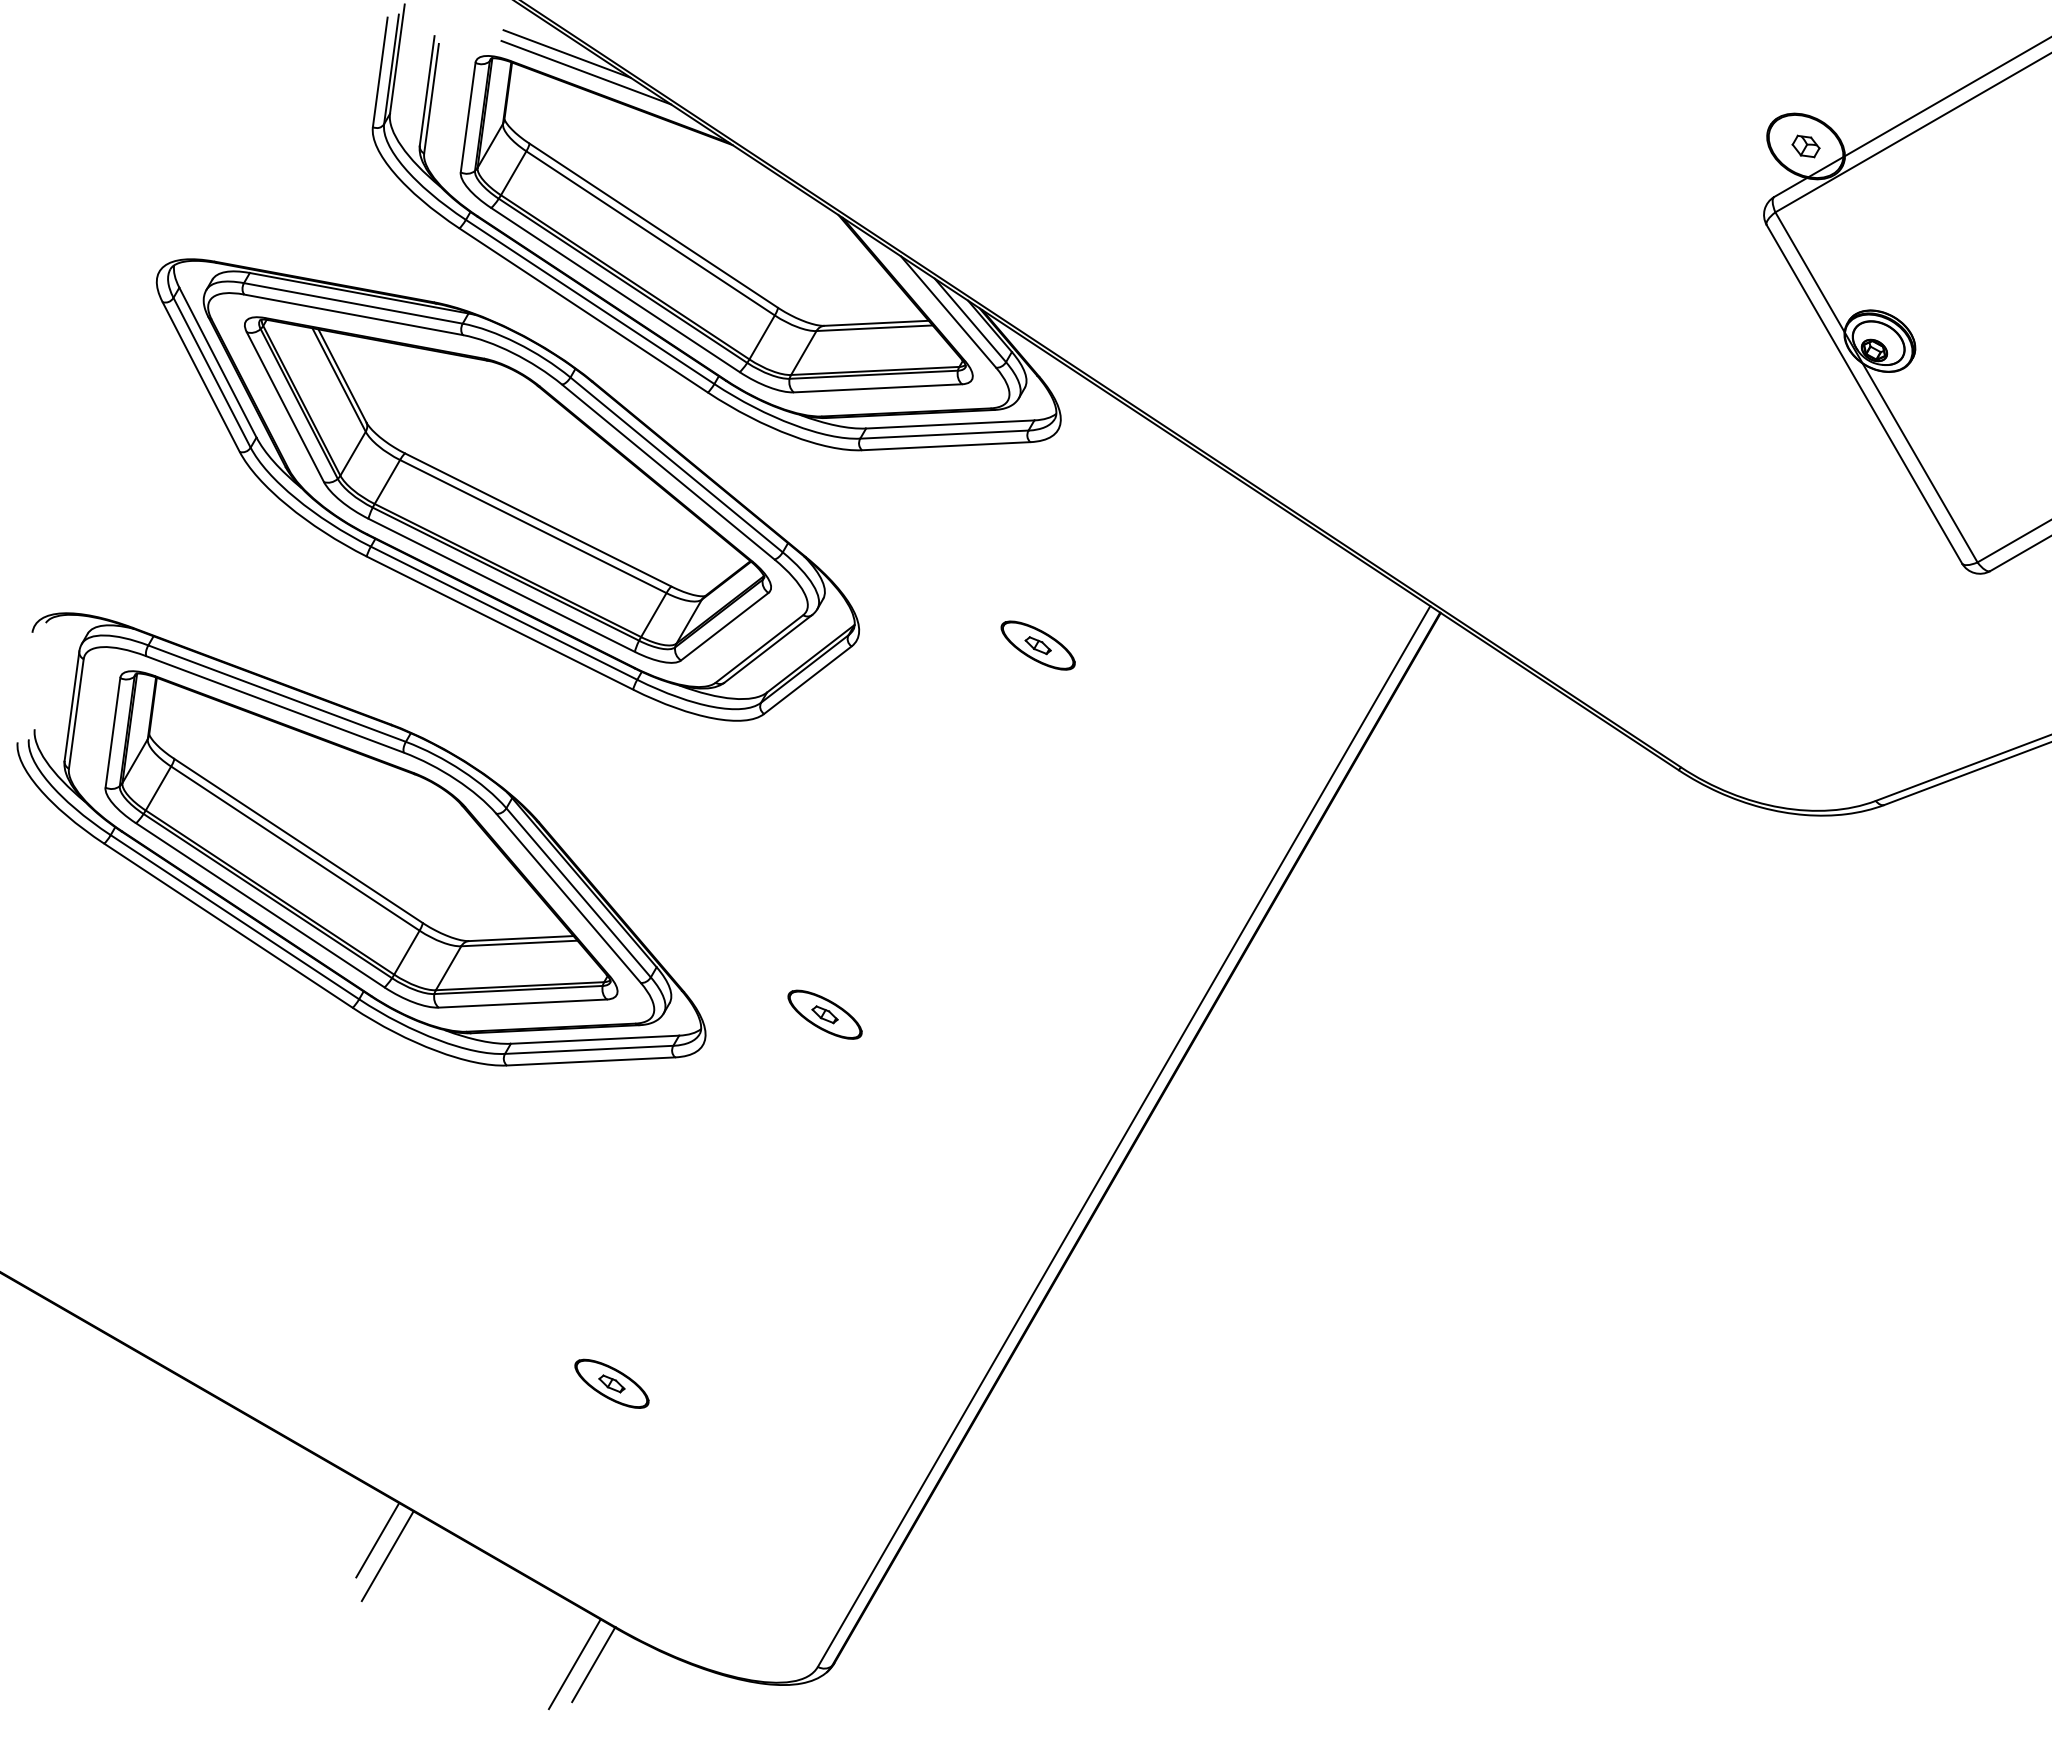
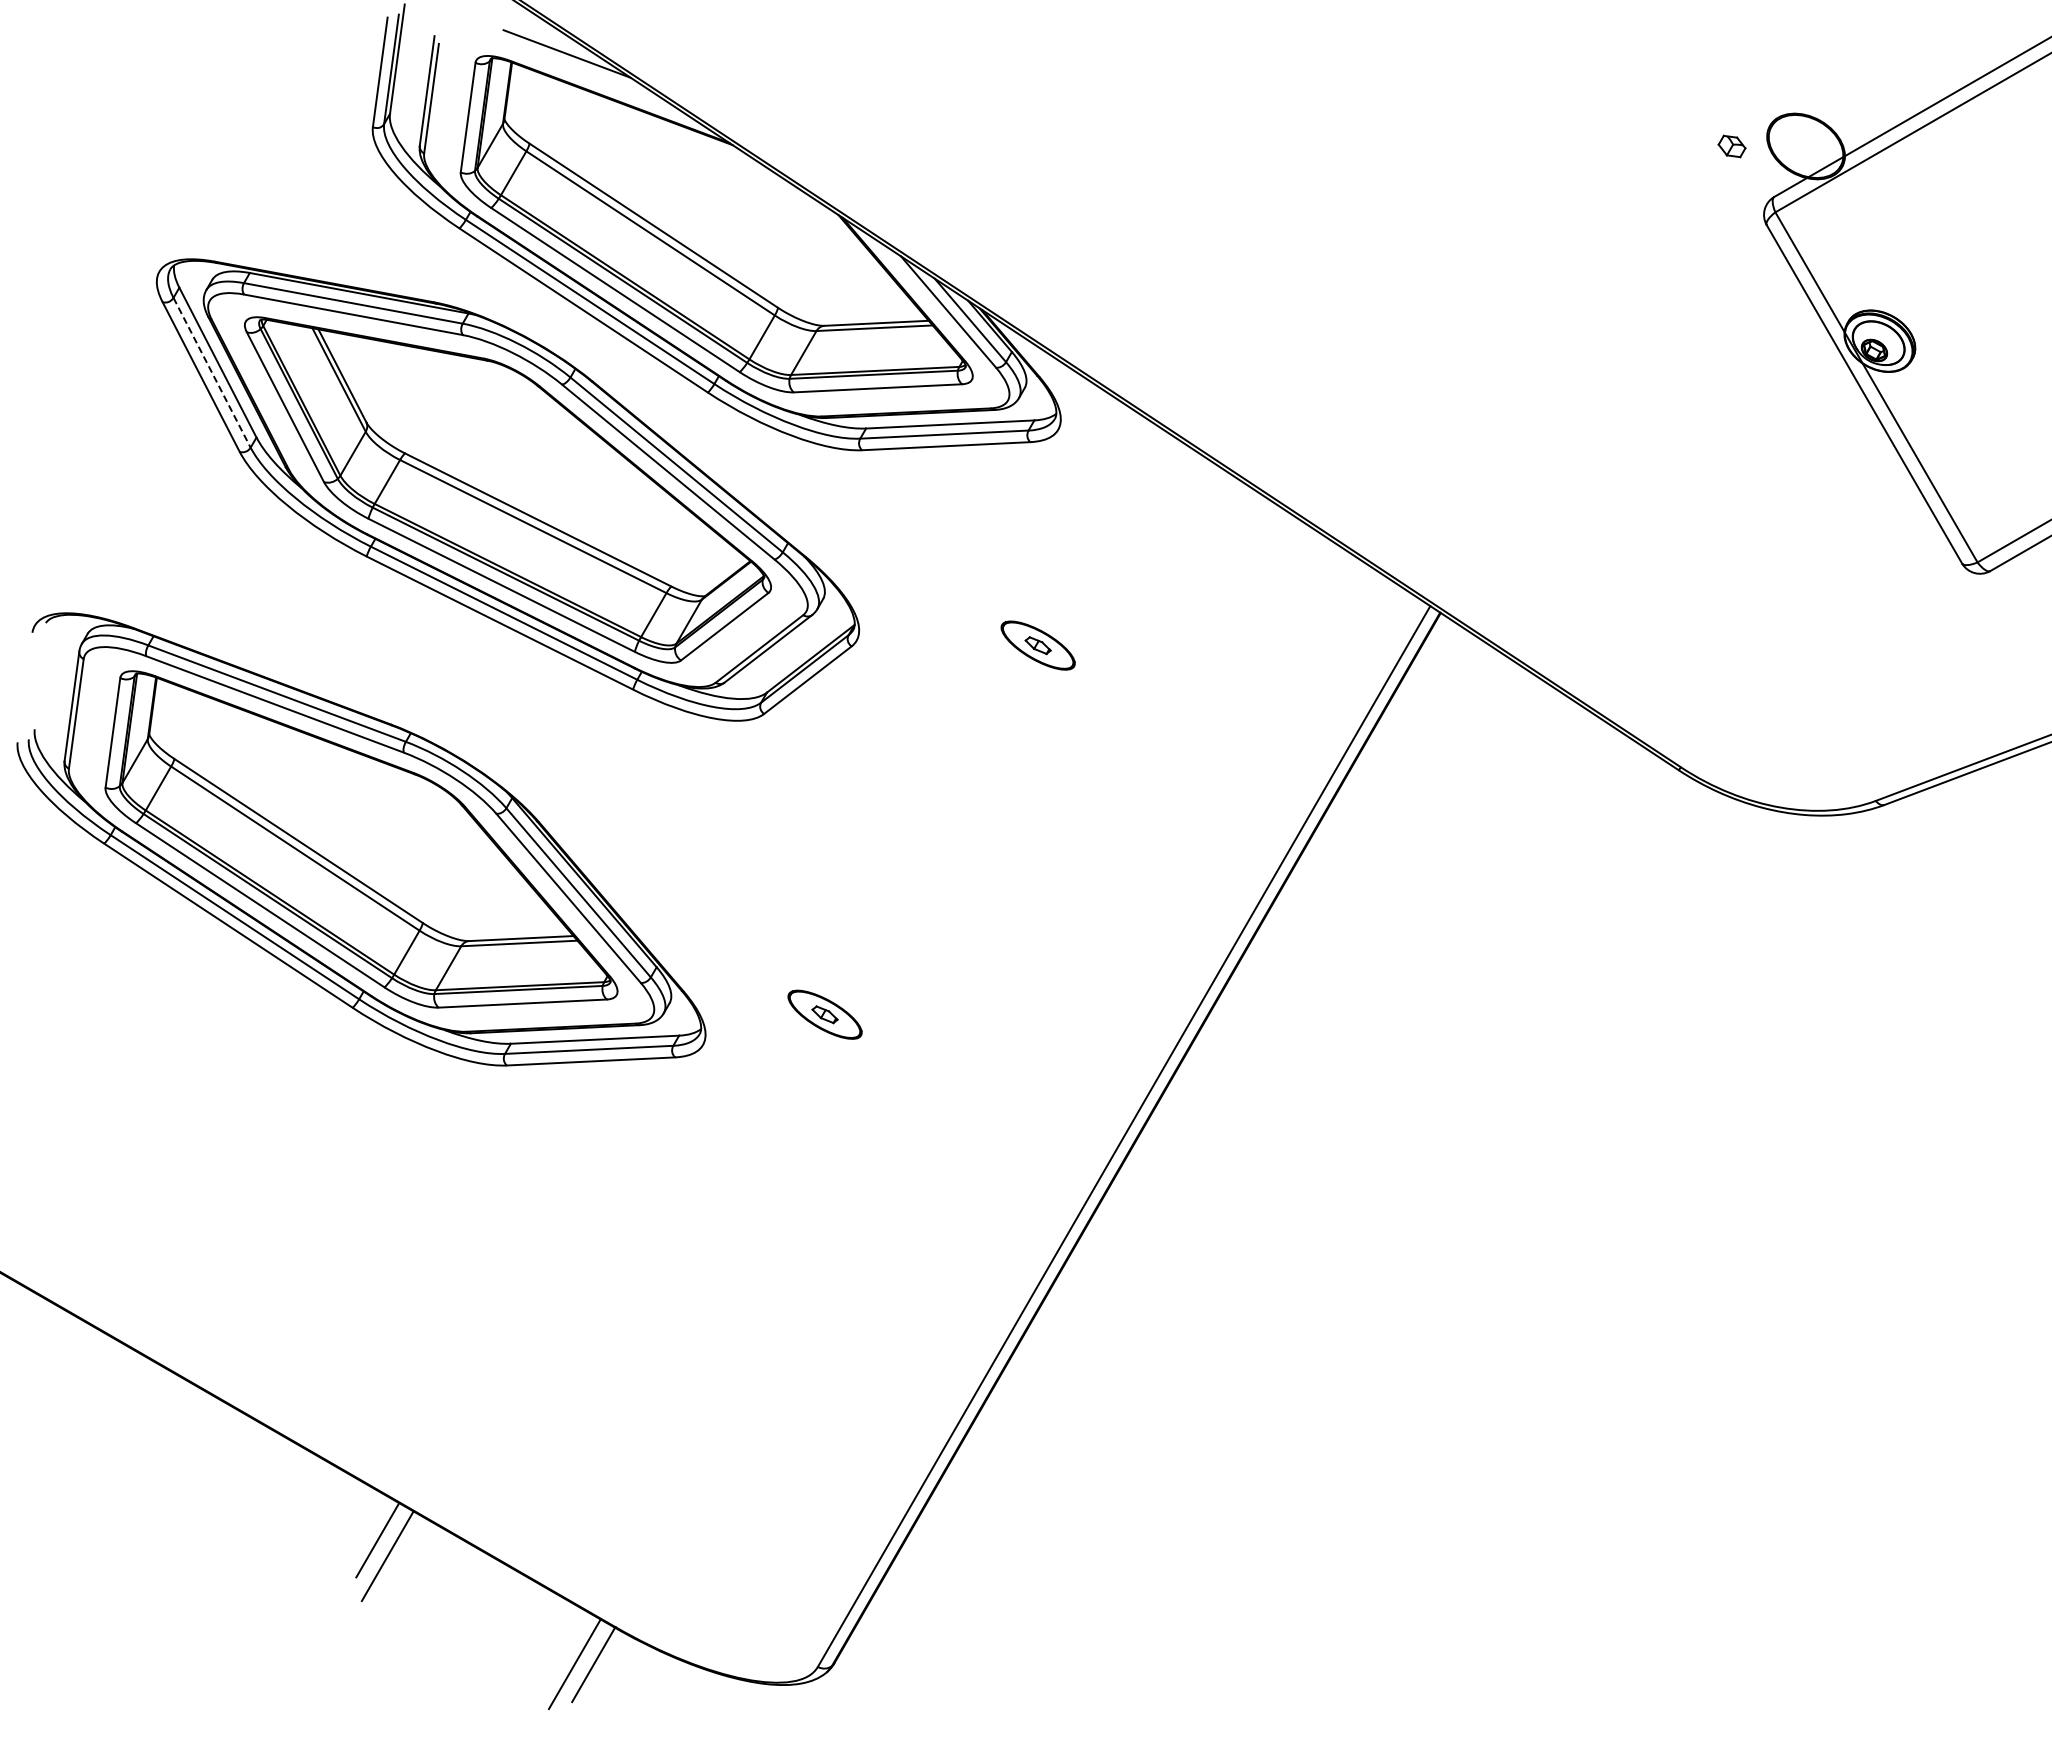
line at (586, 72): present -> none
part at (1805, 146) position: (1805, 146) -> (1731, 146)
line at (212, 373): solid -> dashed
part at (611, 1383): present -> none
